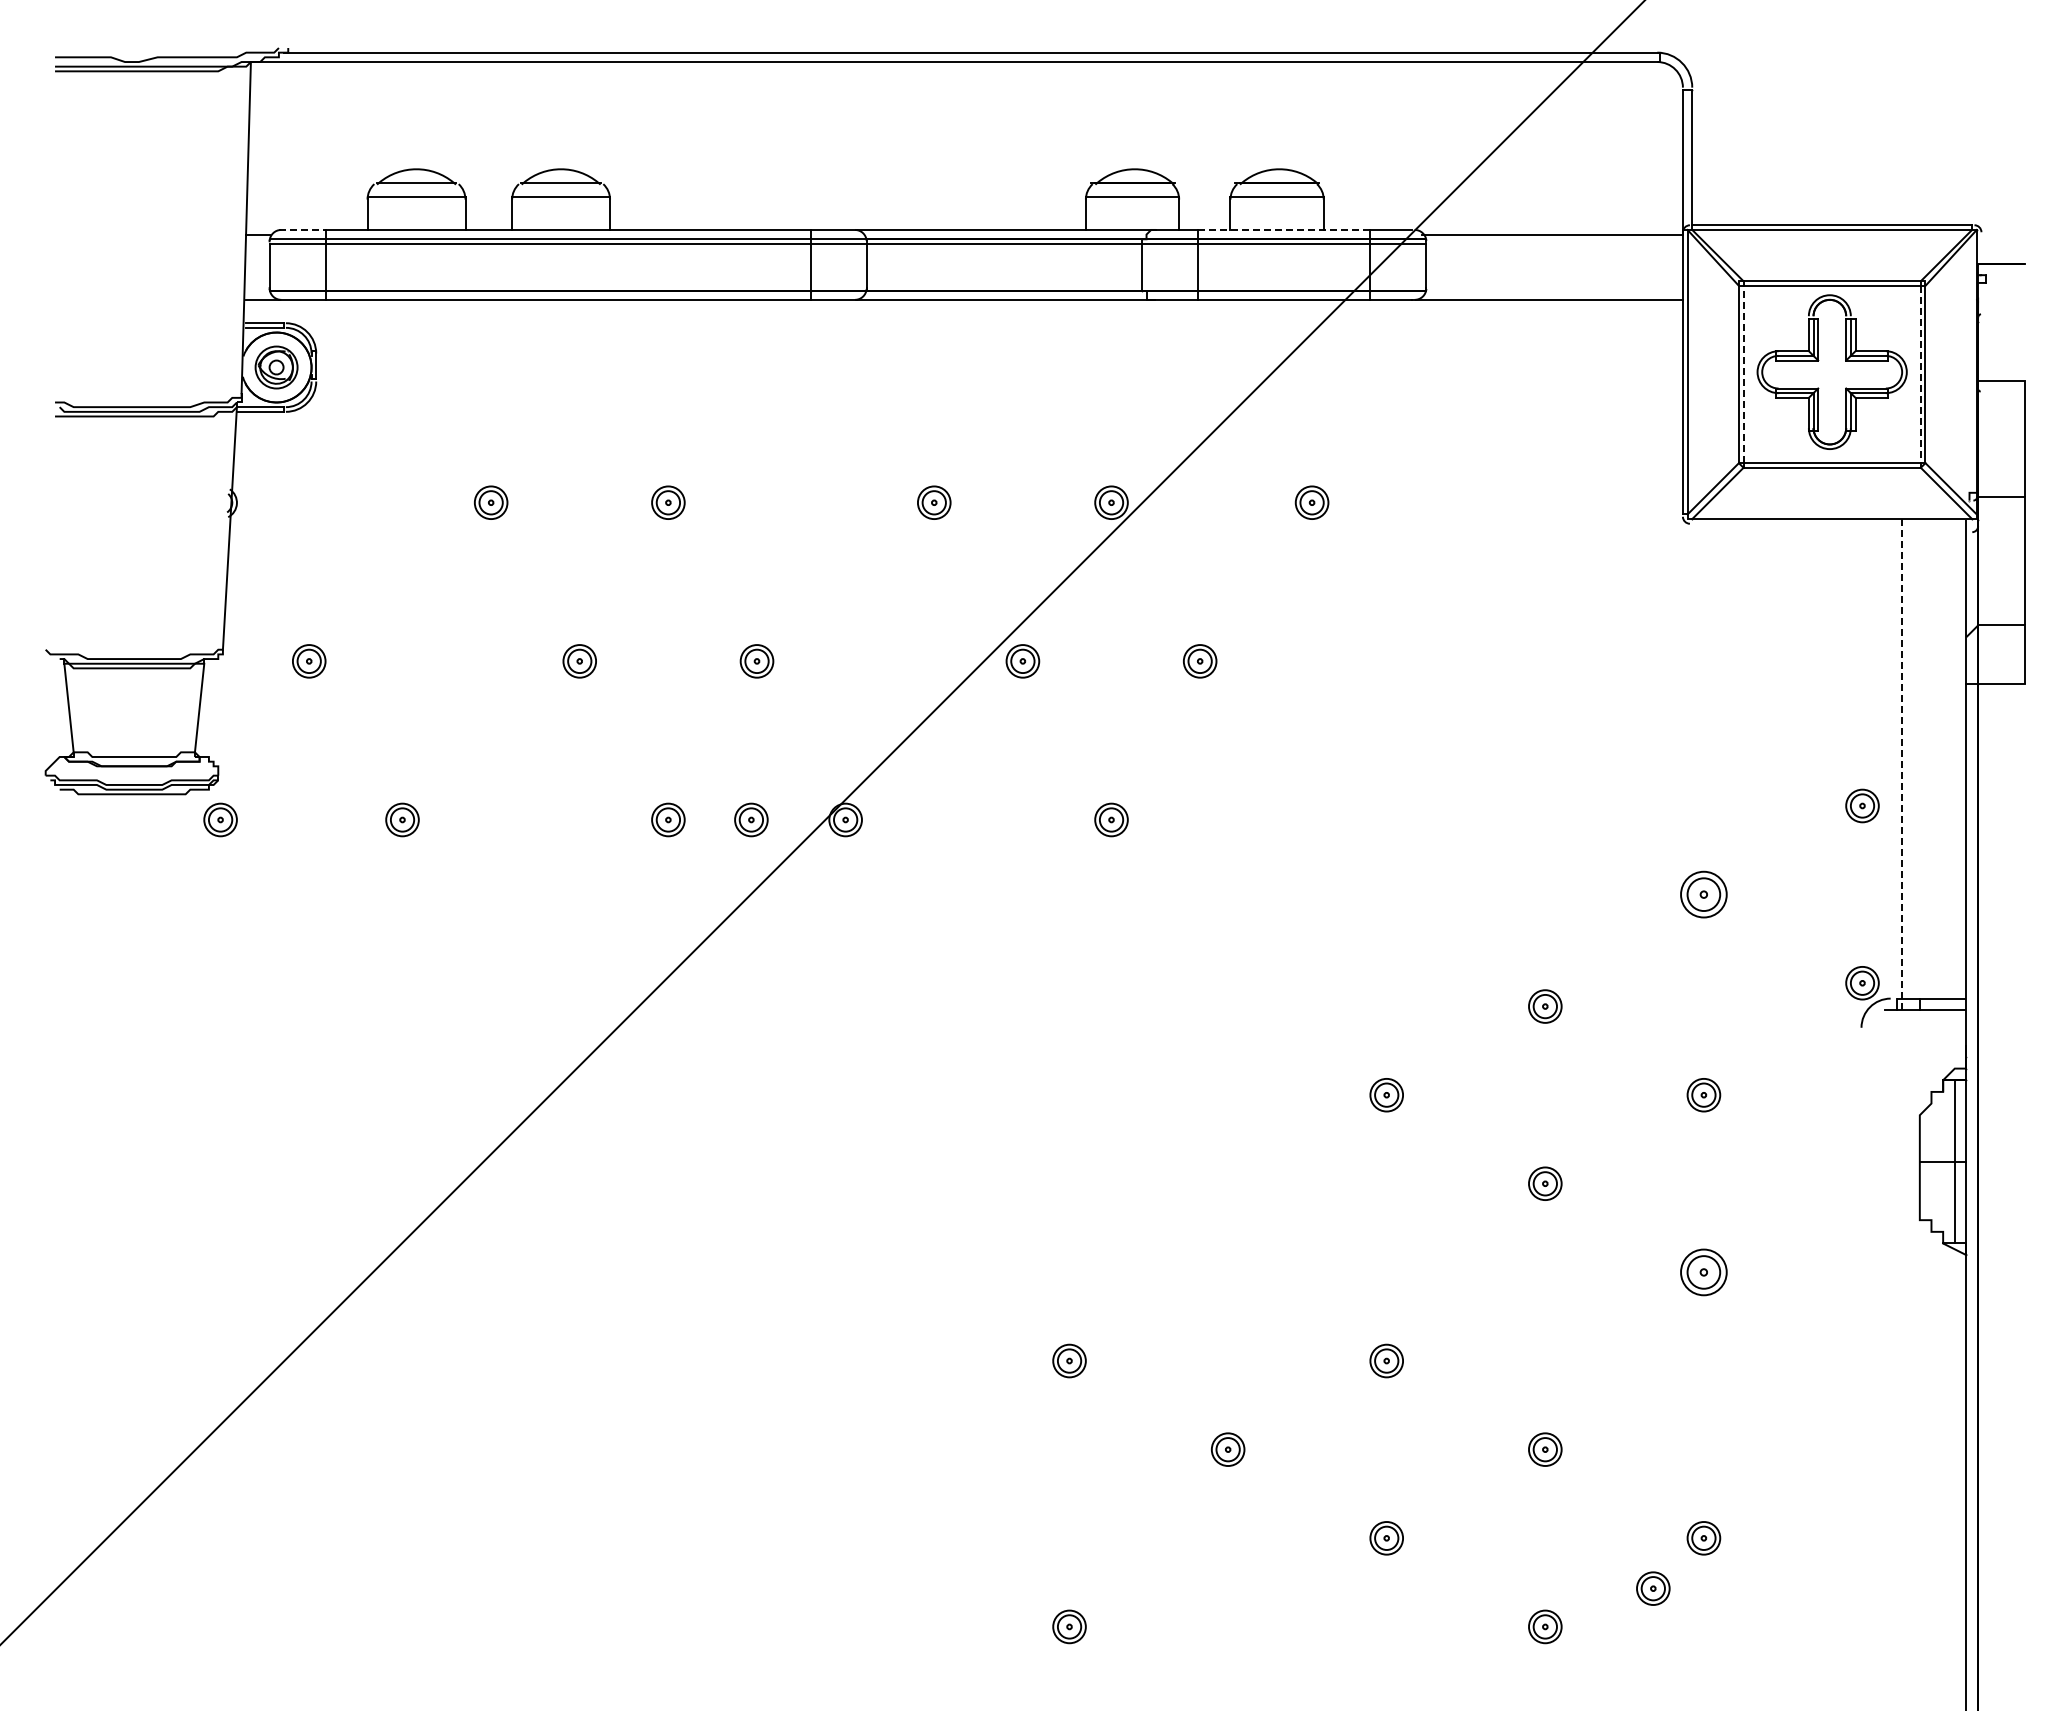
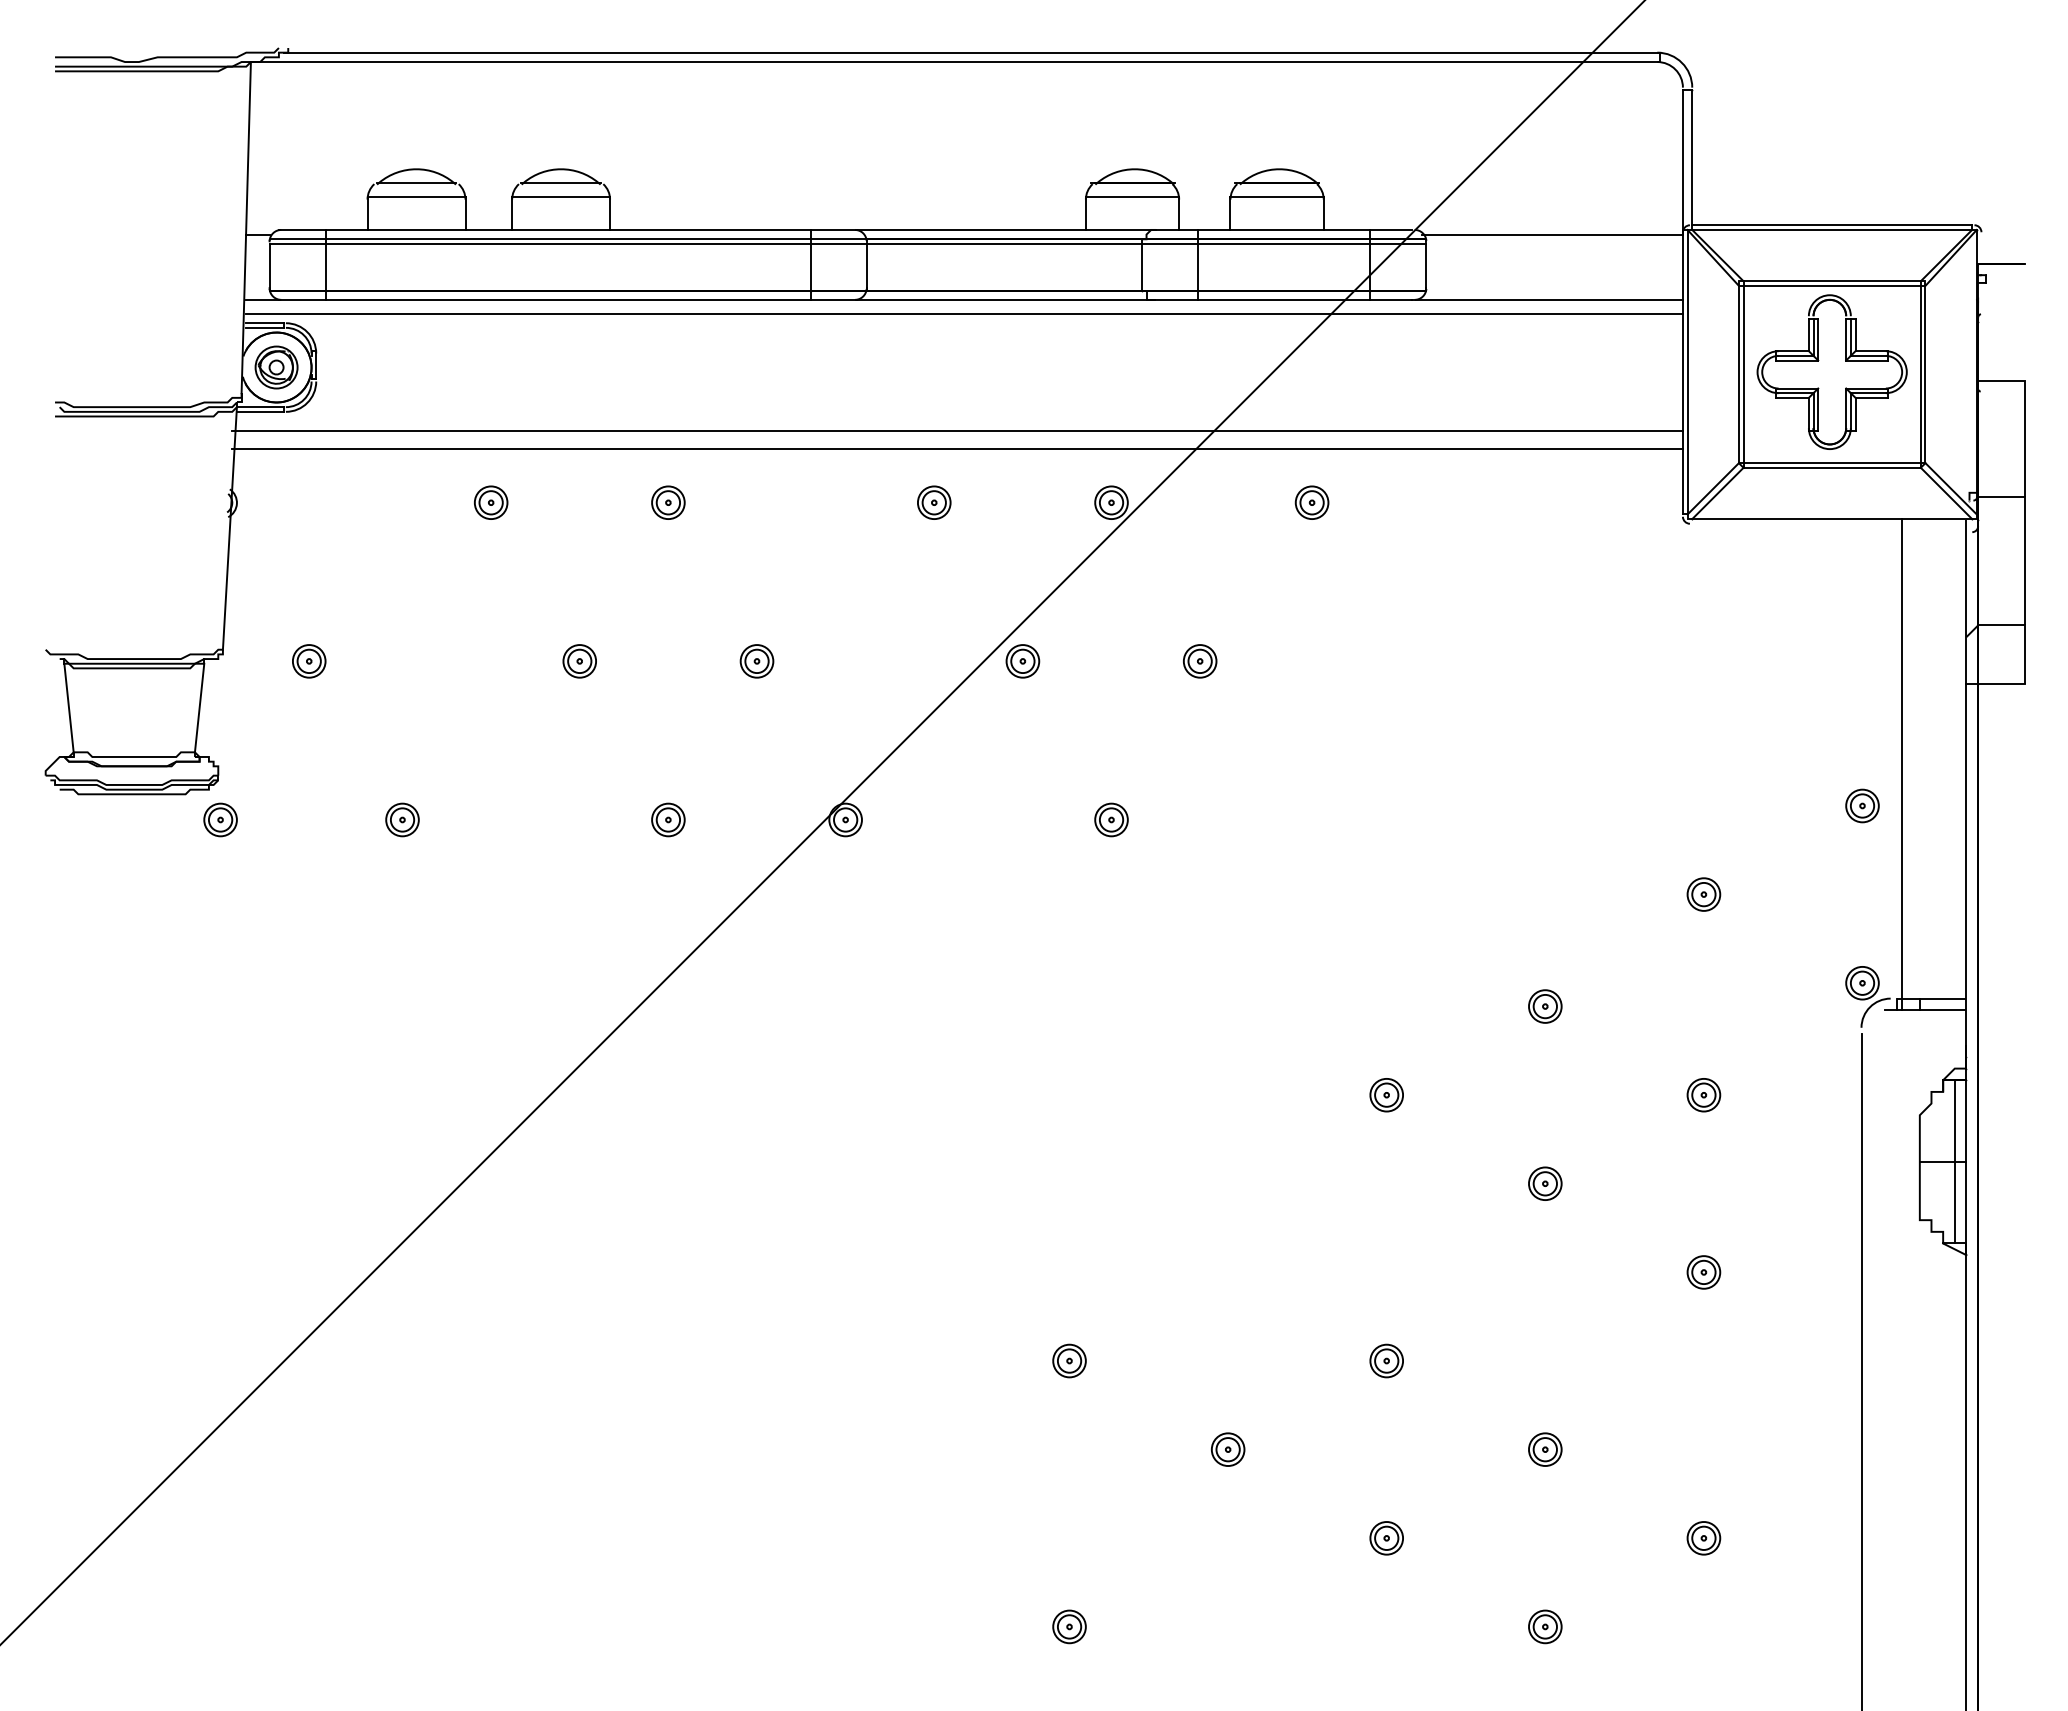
line at (302, 229): dashed -> solid
line at (1283, 229): dashed -> solid
line at (964, 313): none -> present
line at (1743, 374): dashed -> solid
line at (1920, 374): dashed -> solid
line at (957, 430): none -> present
line at (957, 449): none -> present
line at (1902, 764): dashed -> solid
part at (751, 819): present -> none
part at (1703, 894) size: 48x49 px -> 36x35 px
part at (1703, 1272) size: 48x49 px -> 36x35 px
line at (1861, 1370): none -> present
part at (1653, 1588): present -> none
